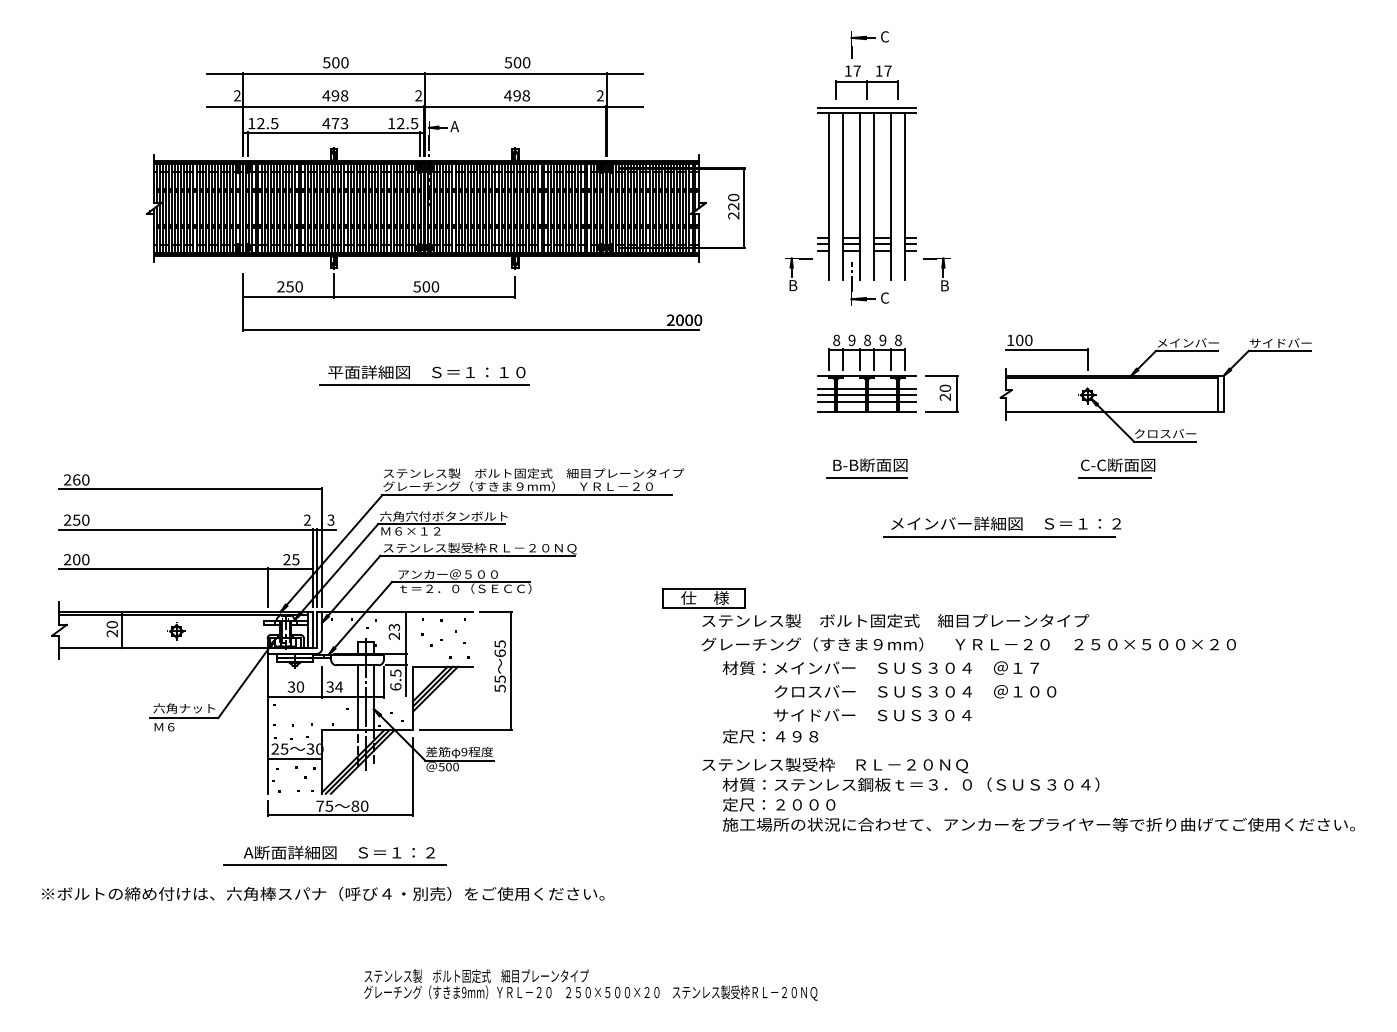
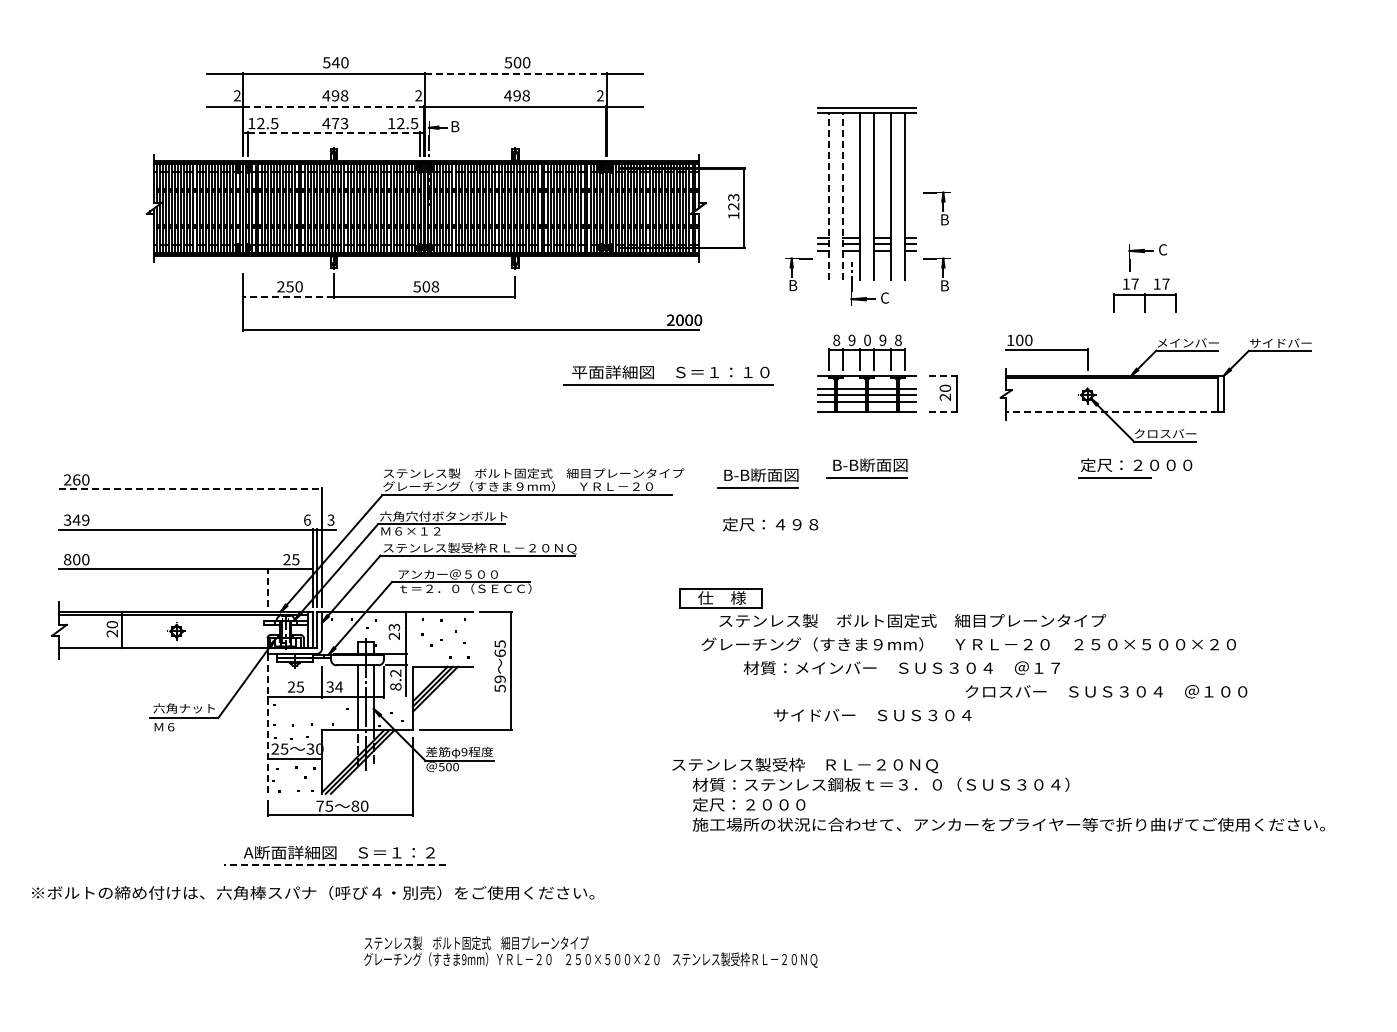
text at (335, 62): 500 -> 540
part at (866, 65) position: (866, 65) -> (1144, 278)
line at (515, 74): solid -> dashed
line at (334, 107): solid -> dashed
text at (454, 126): A -> B
line at (333, 133): solid -> dashed
line at (828, 196): solid -> dashed
line at (843, 196): solid -> dashed
text at (733, 206): 220 -> 123
part at (936, 208): none -> present
text at (435, 286): 500 -> 508
line at (287, 296): solid -> dashed
text at (867, 340): 8 -> 0
part at (432, 375) position: (432, 375) -> (676, 375)
line at (941, 375): solid -> dashed
line at (941, 412): solid -> dashed
line at (1111, 412): solid -> dashed
text at (1136, 465): C-C断面図 -> 定尺：２０００
part at (757, 478): none -> present
line at (191, 489): solid -> dashed
text at (76, 519): 250 -> 349
text at (307, 519): 2 -> 6
part at (1002, 527): present -> none
text at (67, 559): 200 -> 800
line at (267, 587): solid -> dashed
part at (875, 614) position: (875, 614) -> (892, 614)
text at (880, 667) position: (880, 667) -> (901, 667)
text at (395, 679): 6.5 -> 8.2
text at (499, 679): 55 -> 59
text at (295, 686): 30 -> 25
text at (915, 691) position: (915, 691) -> (1106, 691)
line at (267, 723): solid -> dashed
text at (770, 736) position: (770, 736) -> (770, 524)
text at (1028, 794) position: (1028, 794) -> (998, 794)
line at (335, 865): solid -> dashed
text at (323, 893) position: (323, 893) -> (313, 892)
text at (590, 984) position: (590, 984) -> (590, 951)
